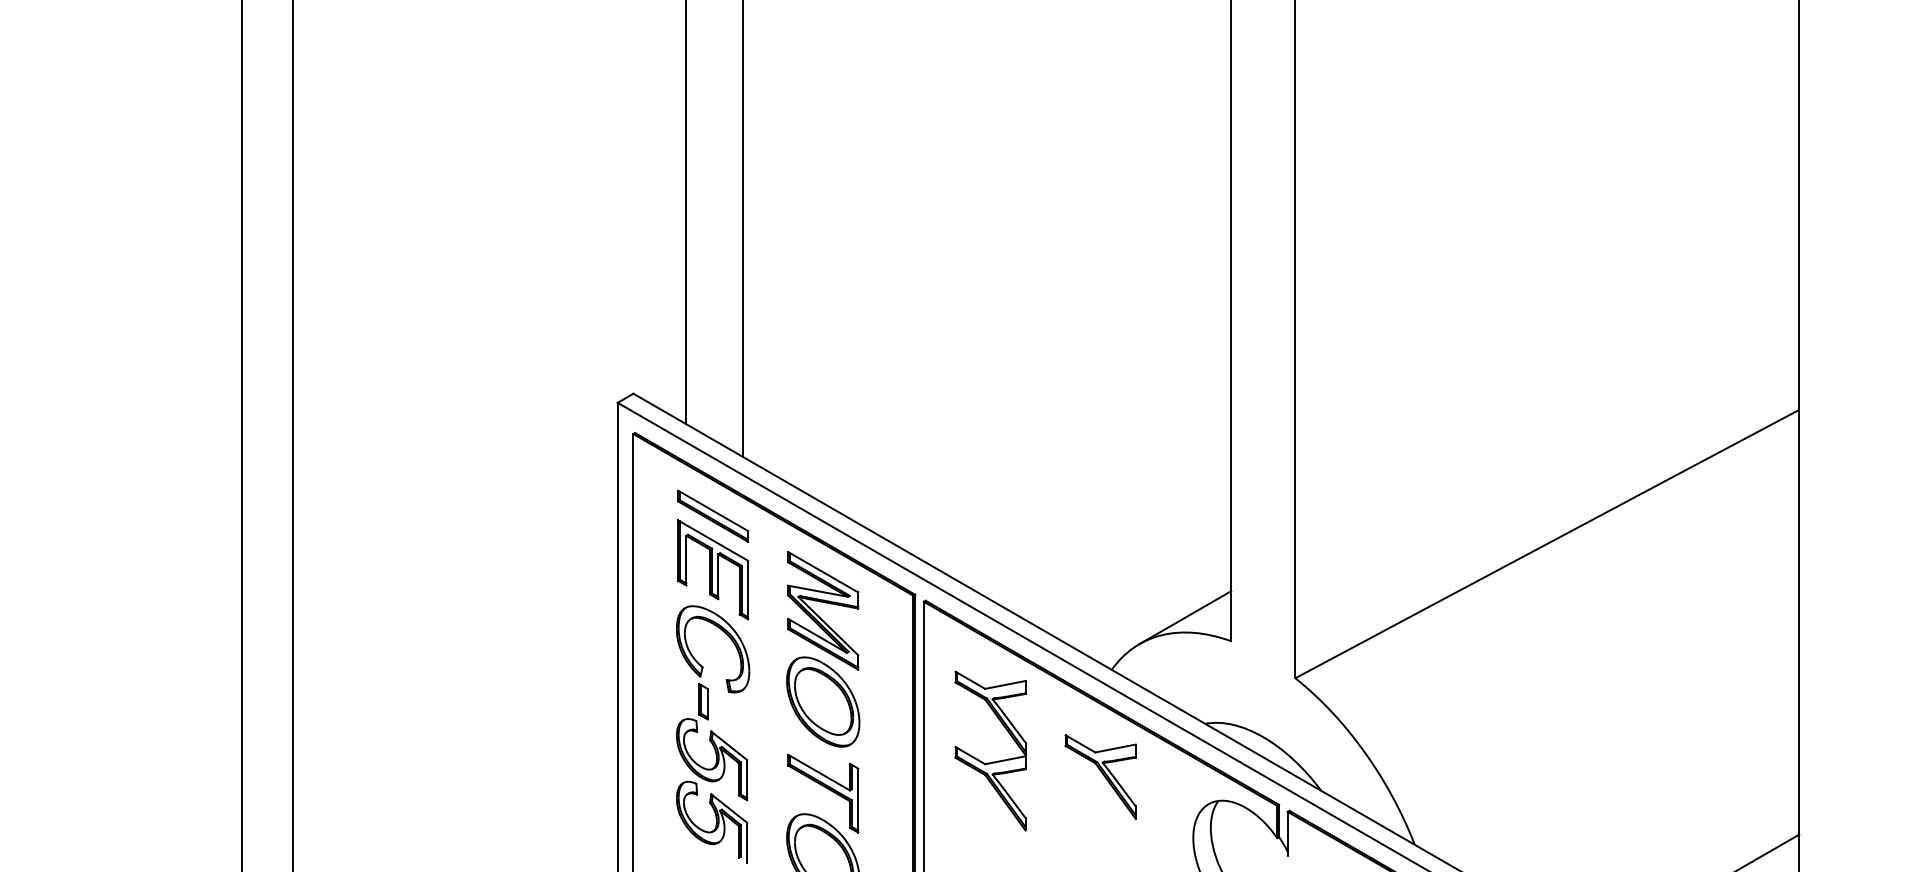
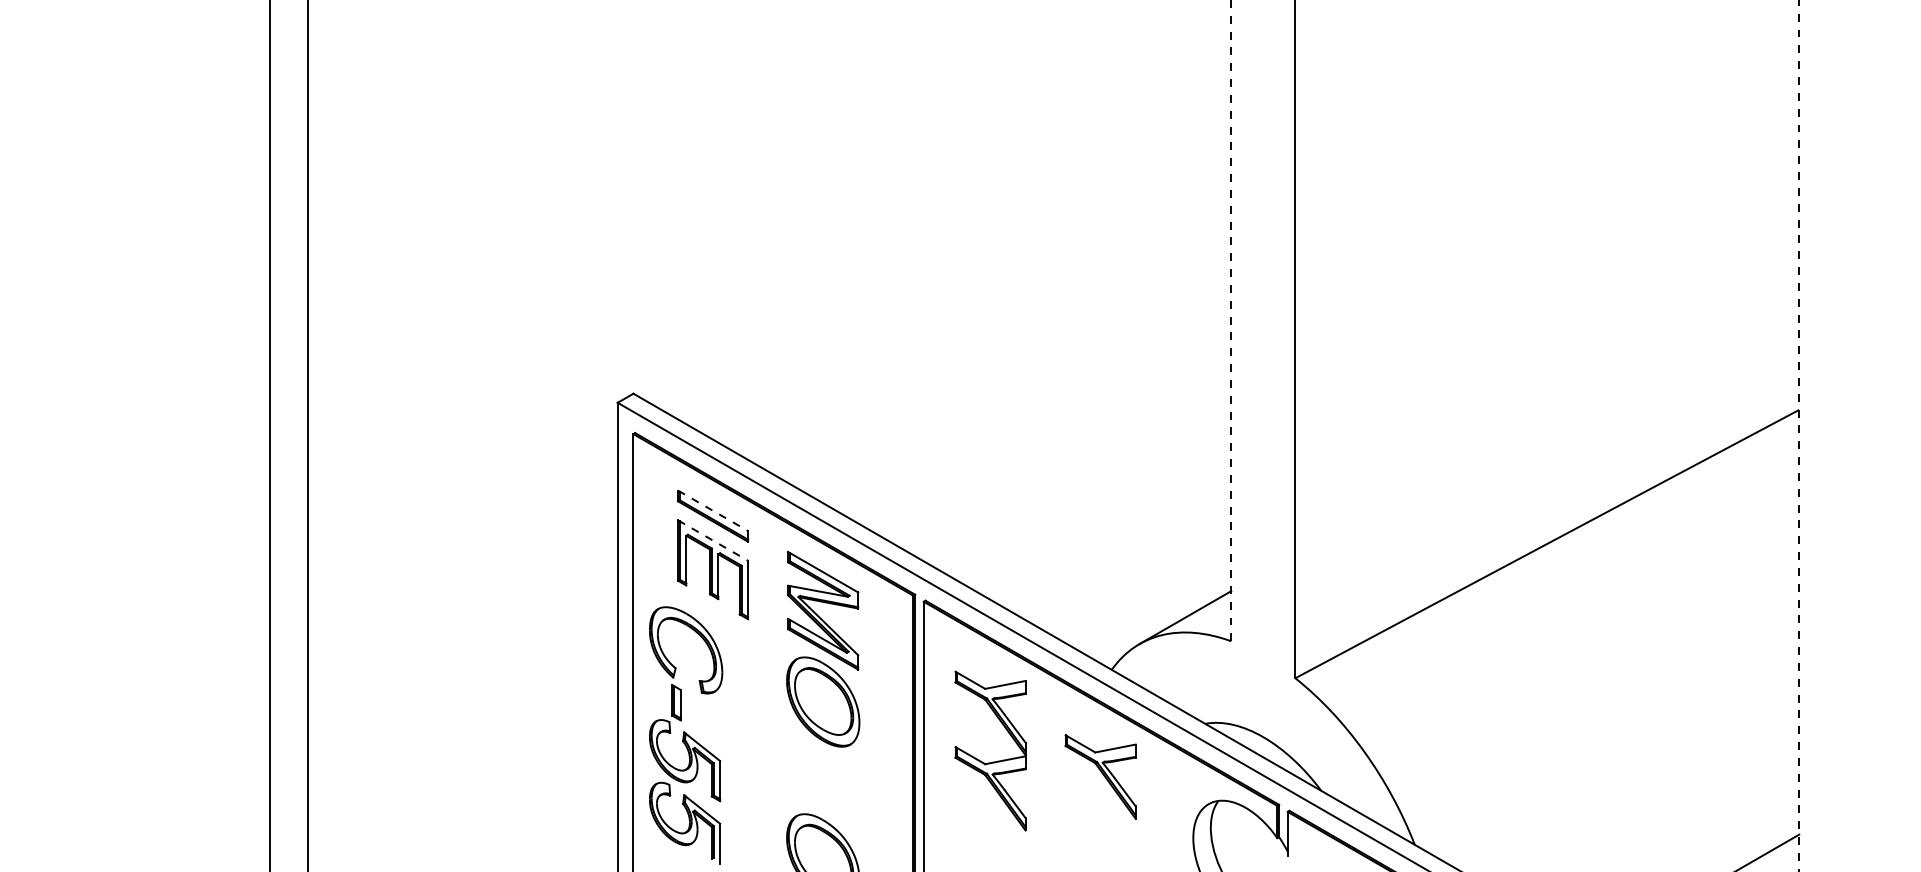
line at (685, 212): present -> none
line at (742, 229): present -> none
line at (1231, 320): solid -> dashed
line at (242, 435) position: (242, 435) -> (270, 435)
line at (292, 435) position: (292, 435) -> (307, 435)
line at (1799, 435): solid -> dashed
line at (713, 511): solid -> dashed
line at (713, 540): solid -> dashed
part at (713, 734) position: (713, 734) -> (686, 735)
part at (823, 793): present -> none
